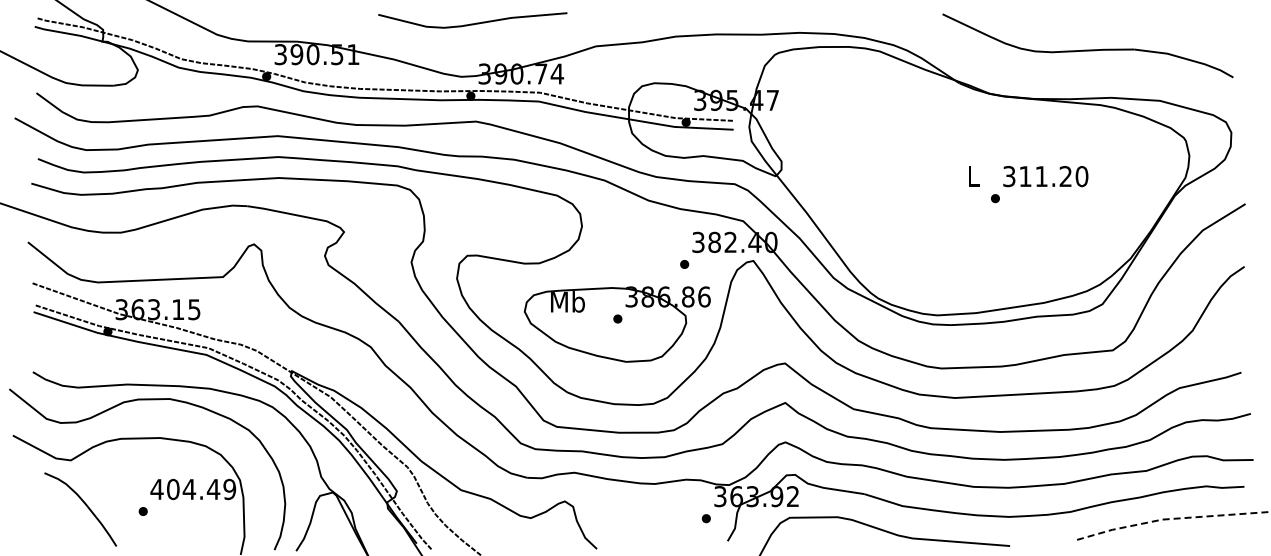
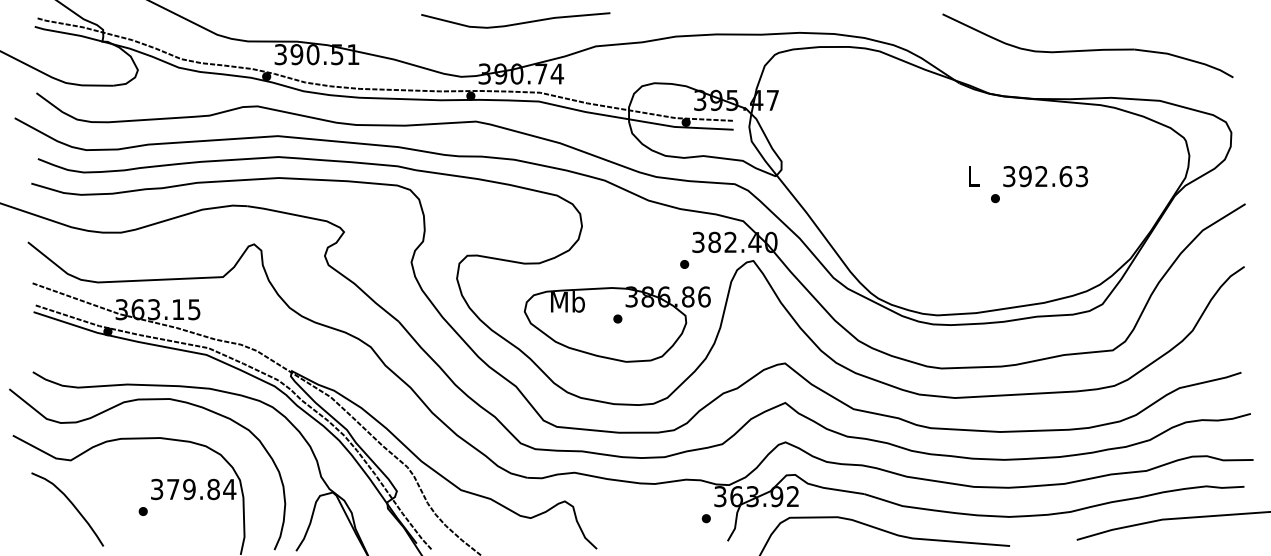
curve at (472, 23) position: (472, 23) -> (515, 23)
text at (1053, 176): 311.20 -> 392.63
text at (193, 489): 404.49 -> 379.84
curve at (84, 504) position: (84, 504) -> (71, 504)
line at (1171, 518): dashed -> solid
